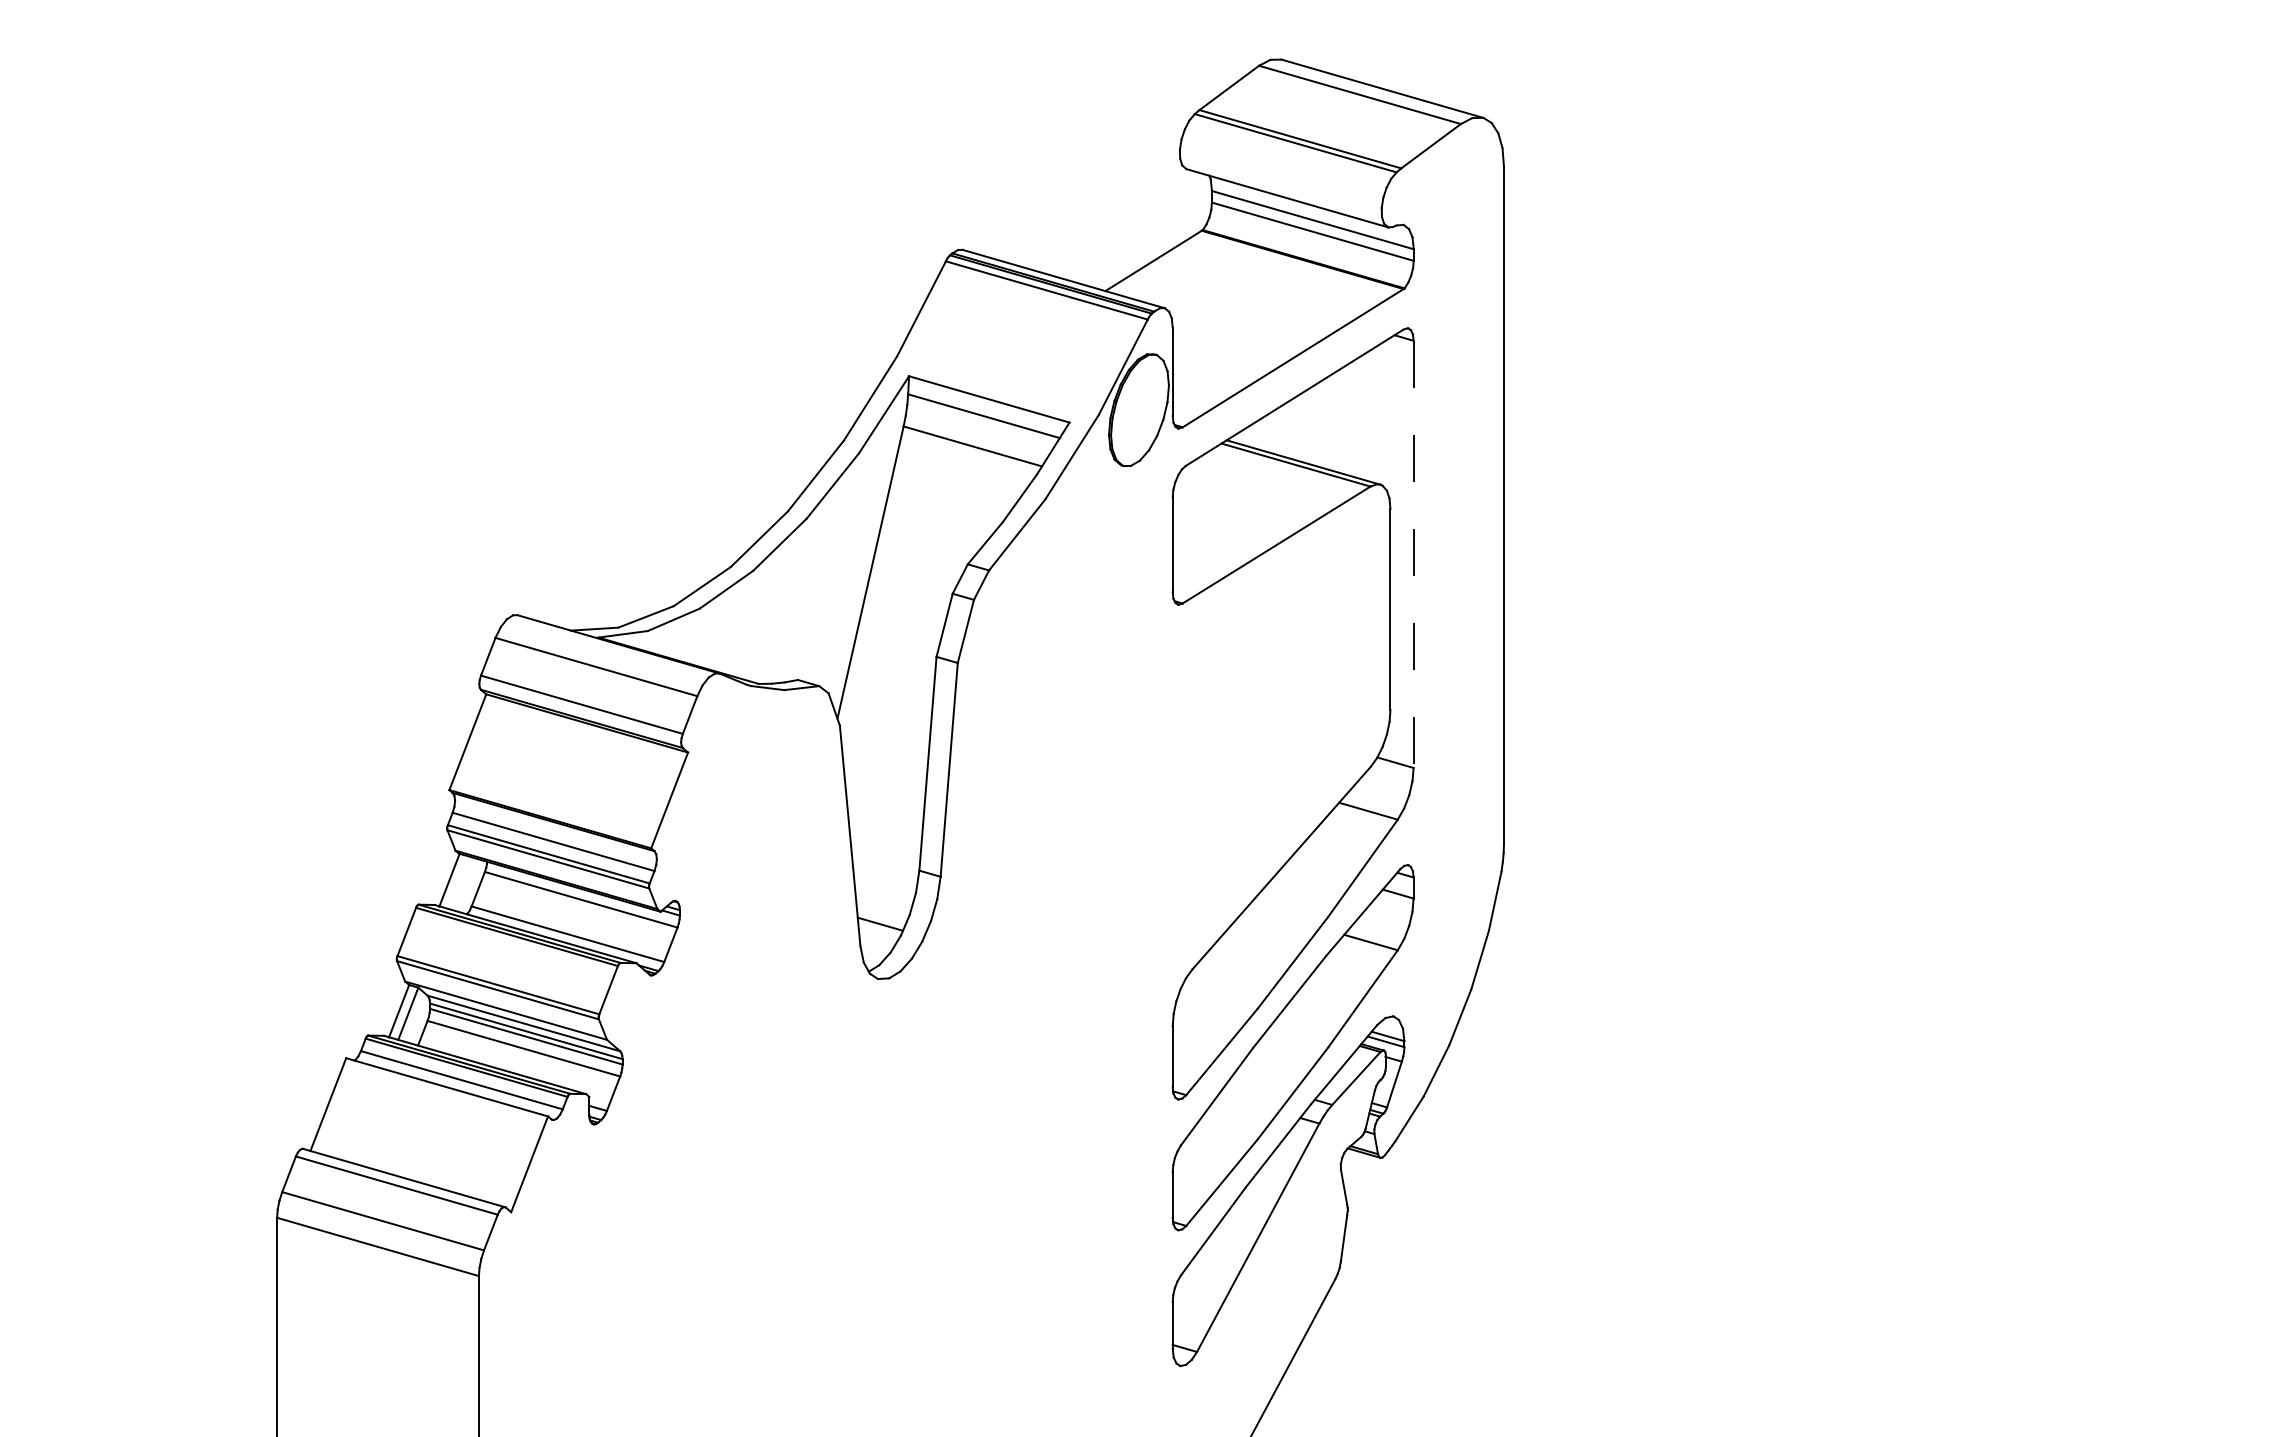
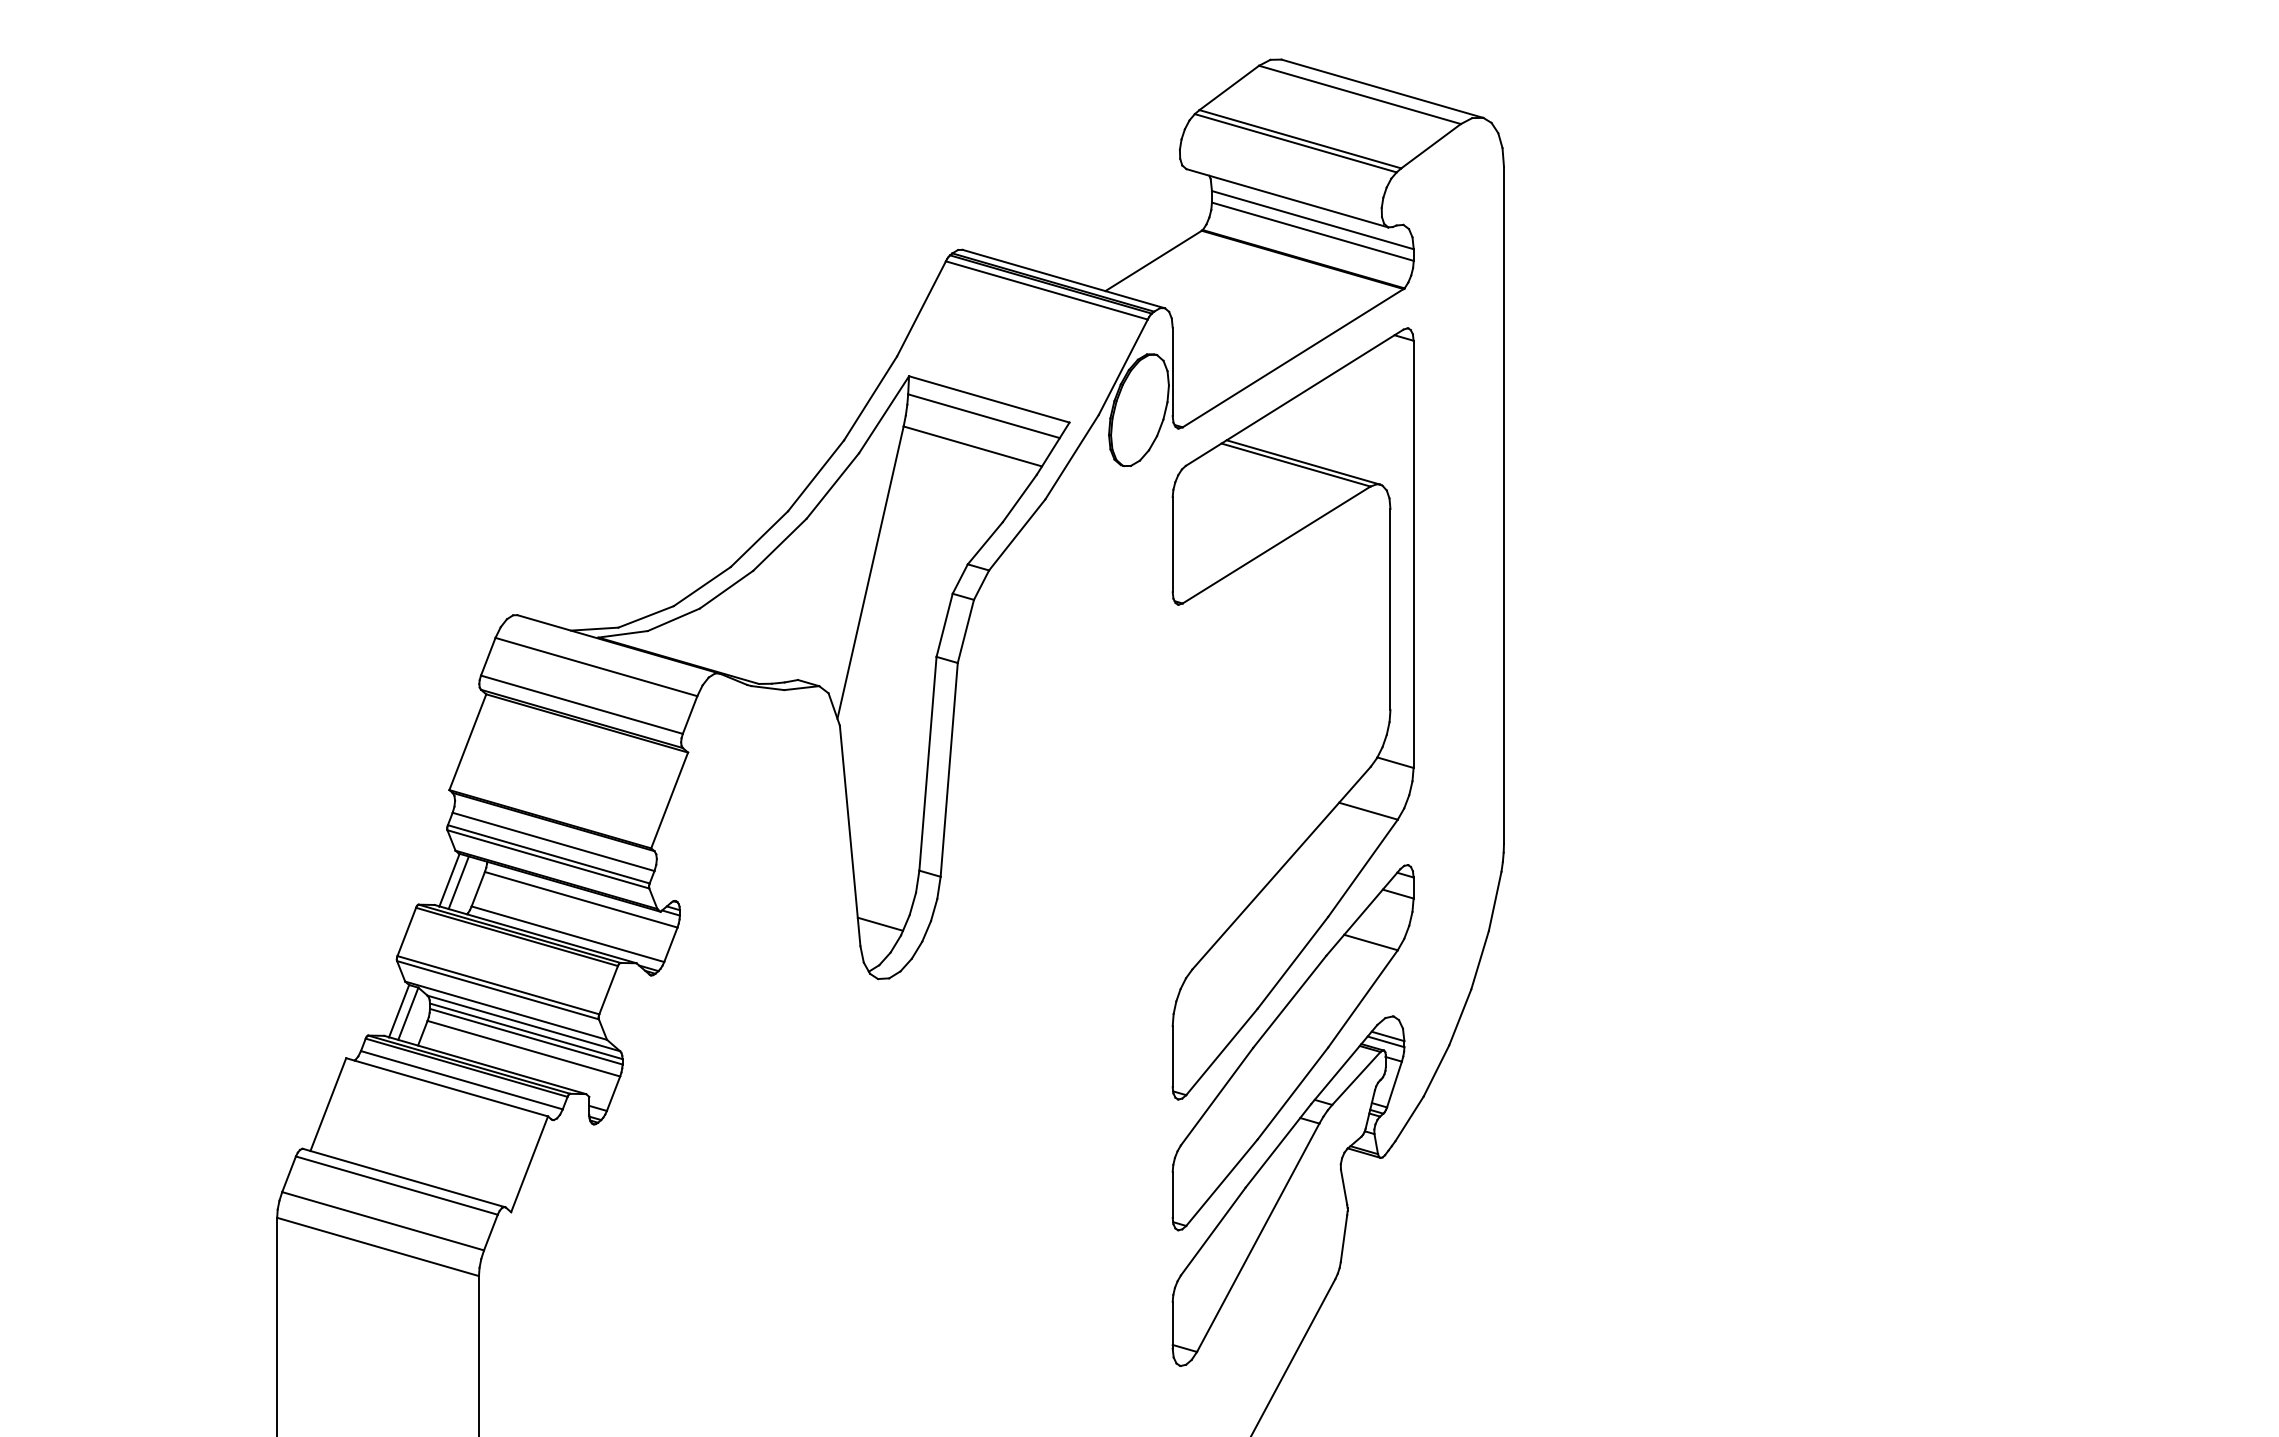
line at (1413, 554): dashed -> solid
line at (458, 882): none -> present
